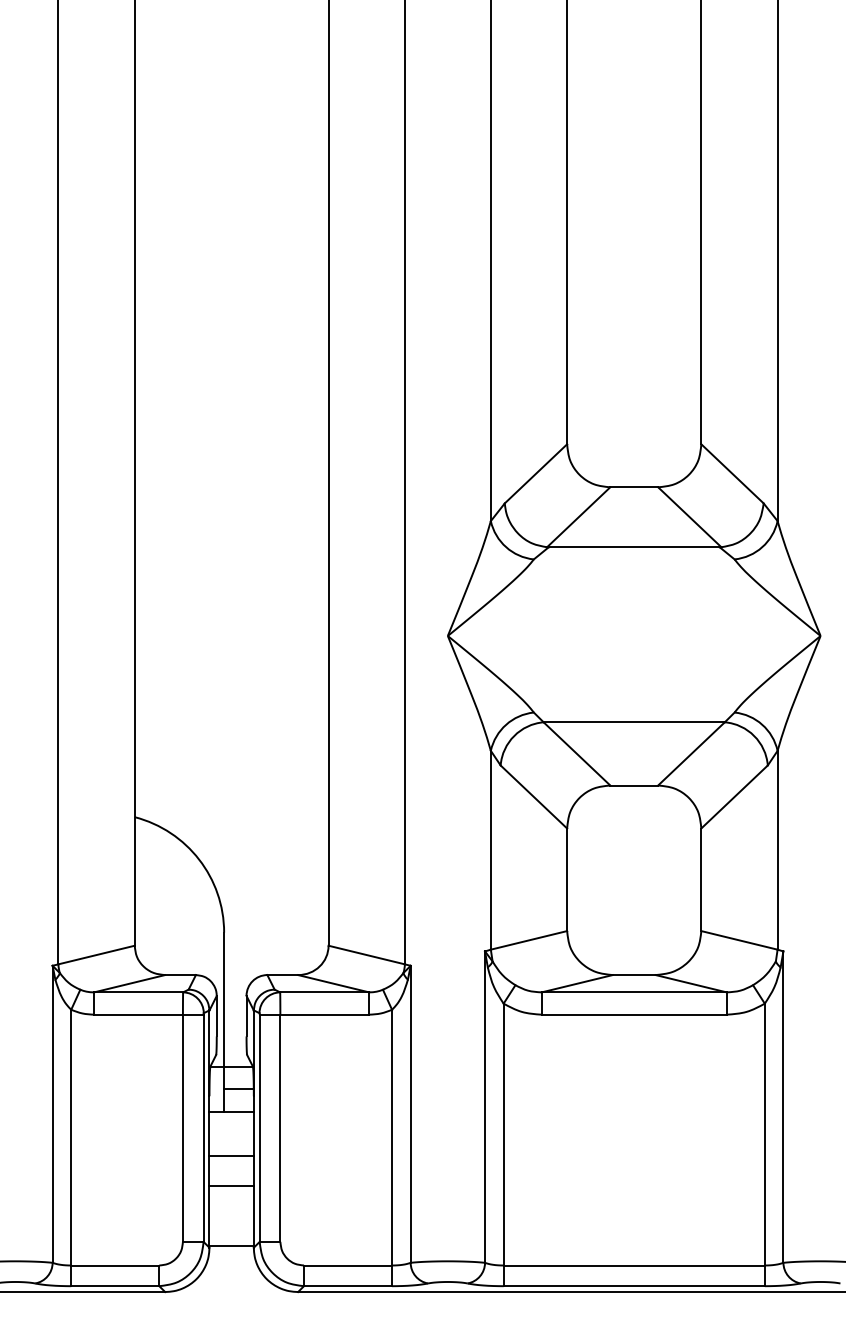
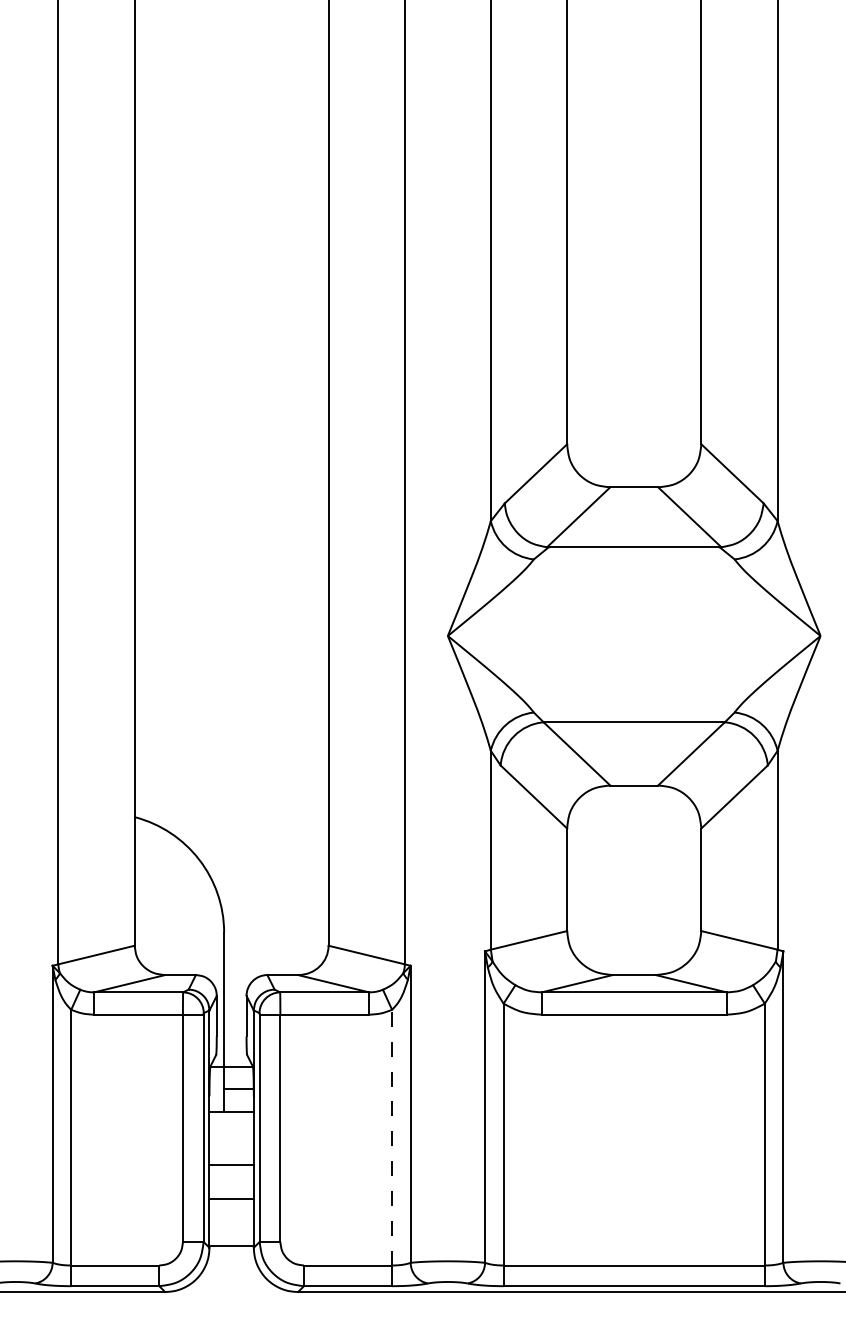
line at (392, 1137): solid -> dashed
line at (231, 1156) position: (231, 1156) -> (231, 1165)
line at (231, 1186) position: (231, 1186) -> (231, 1199)
